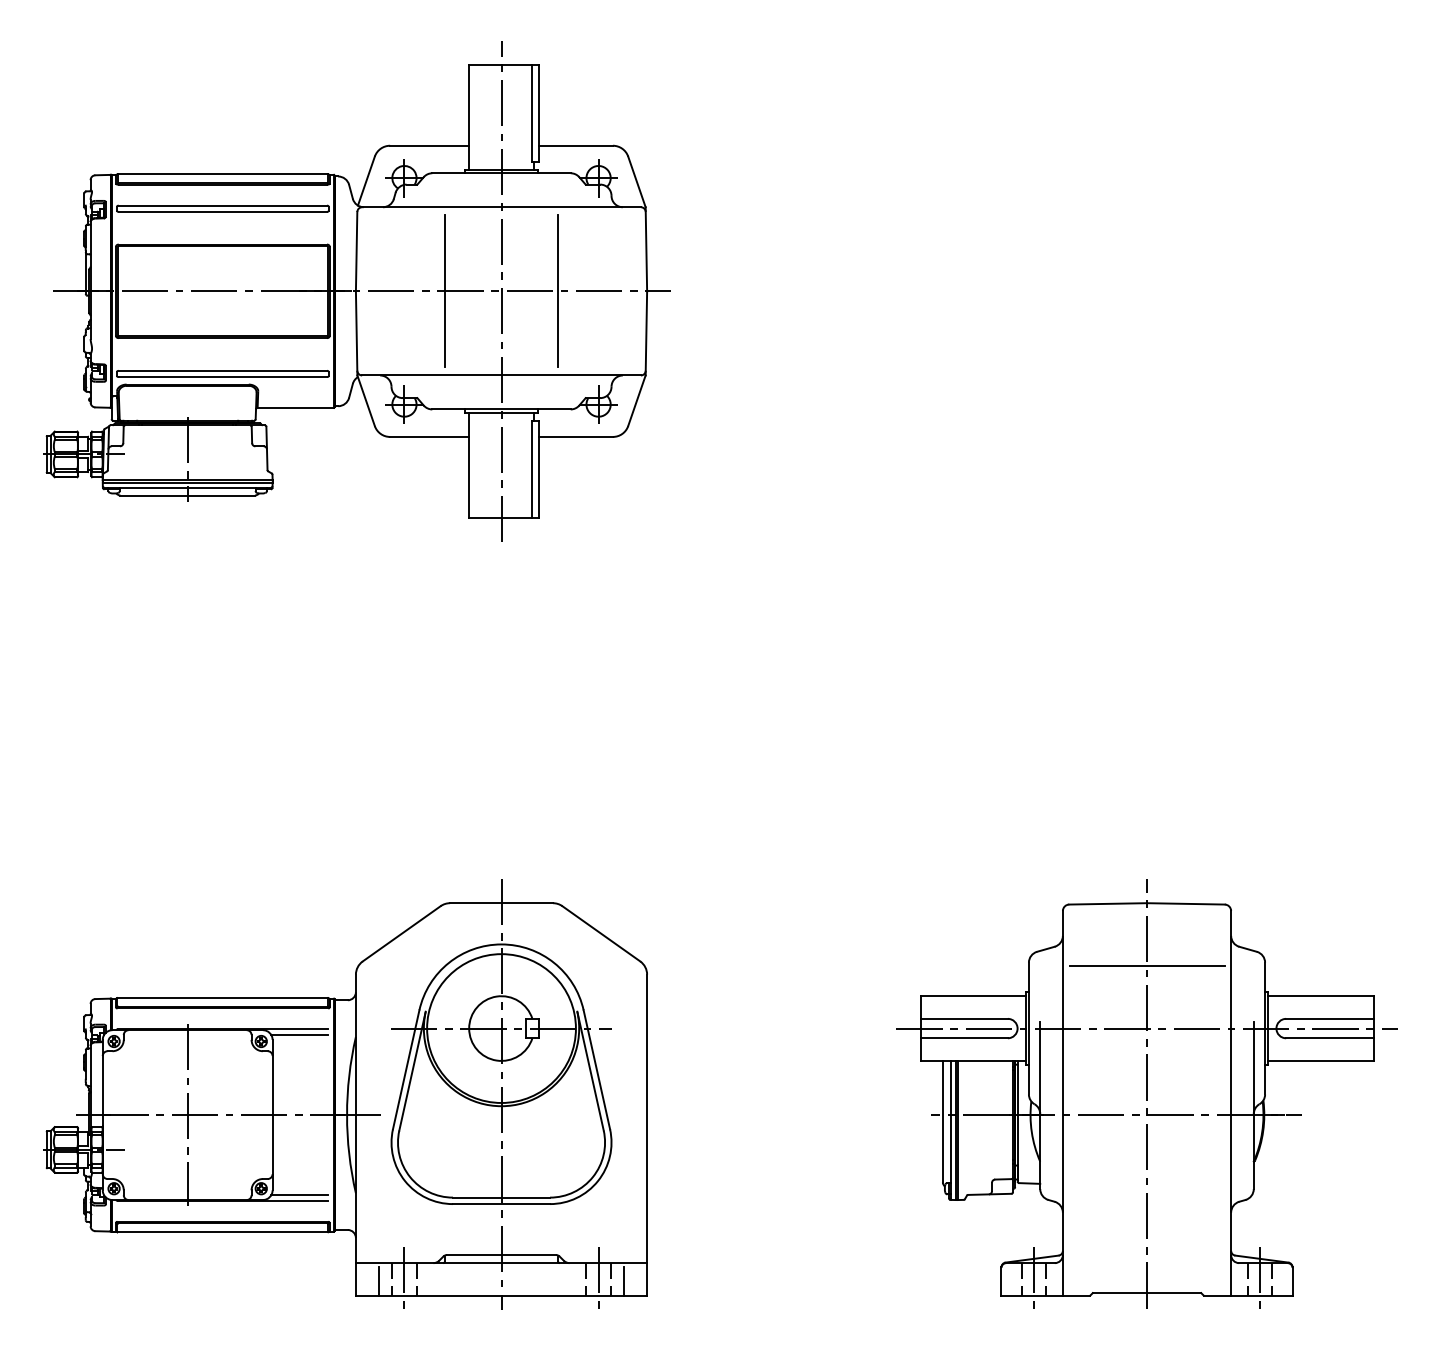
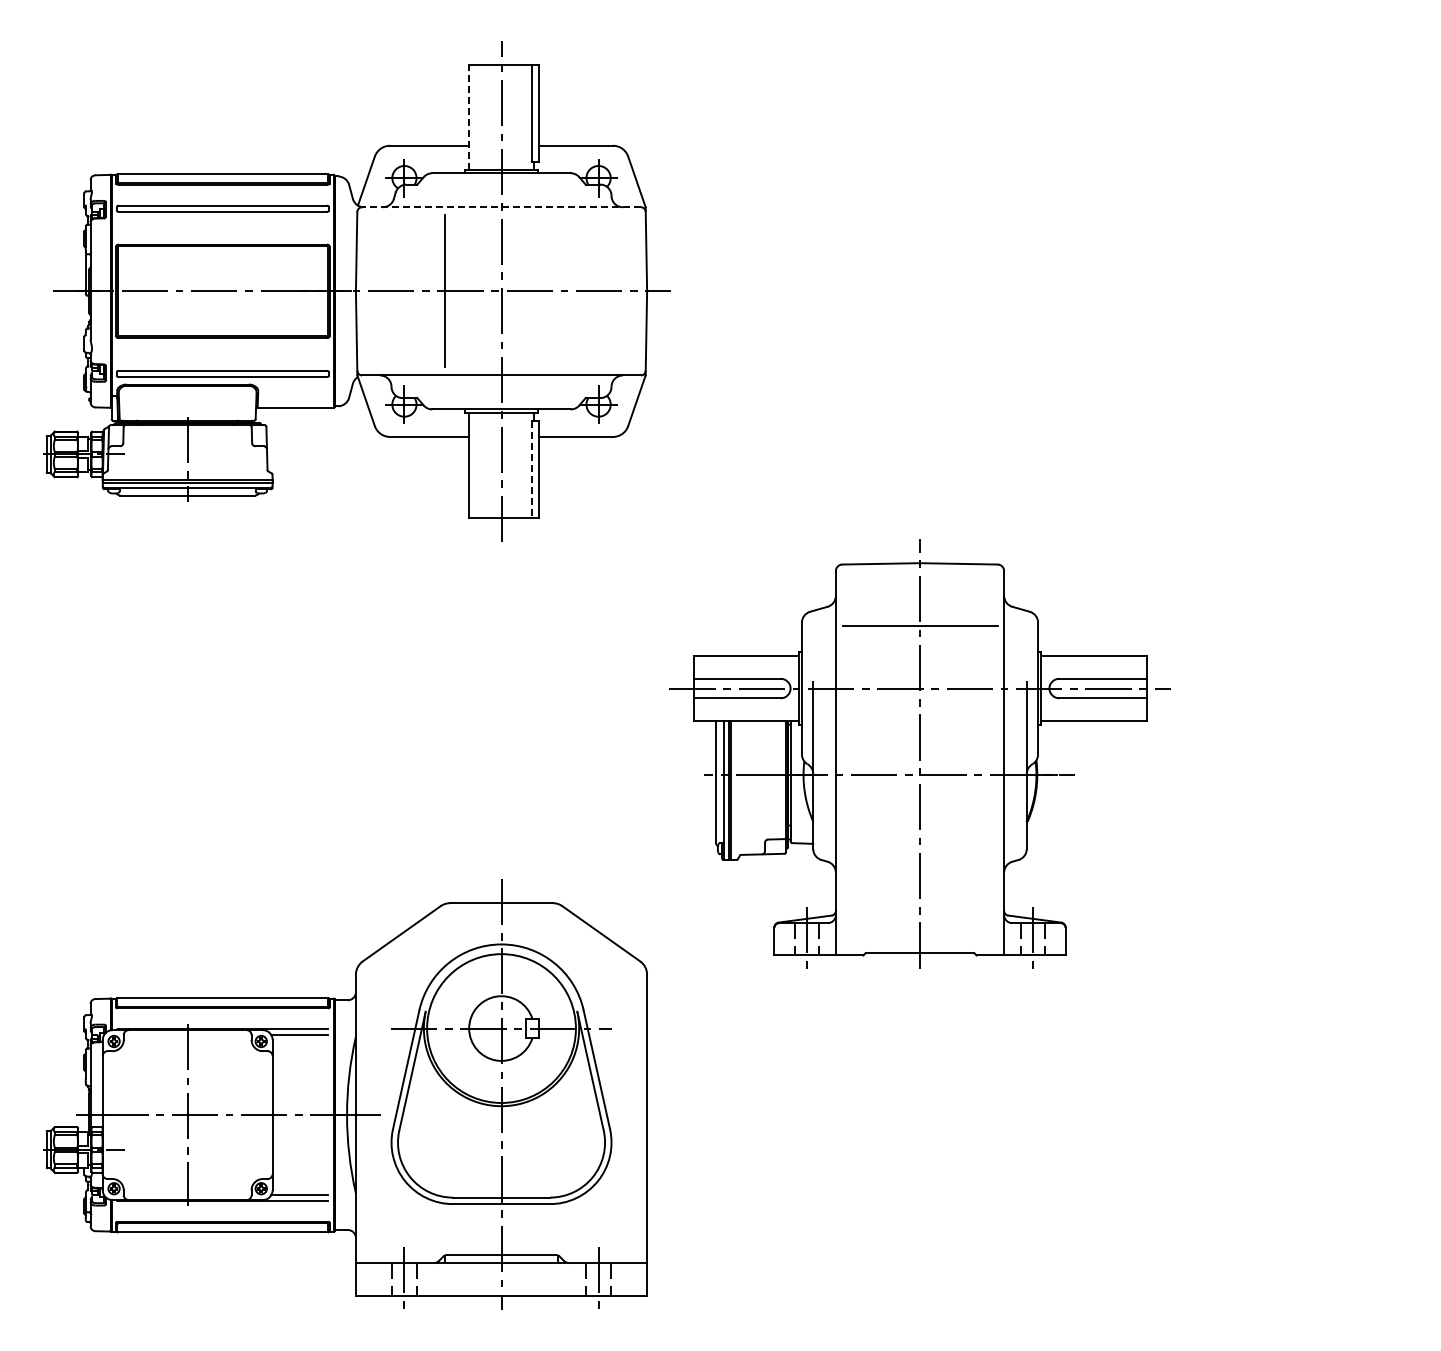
line at (469, 117): solid -> dashed
line at (501, 207): solid -> dashed
line at (558, 291): present -> none
line at (532, 469): solid -> dashed
part at (1146, 1093) position: (1146, 1093) -> (919, 753)
line at (378, 1281): present -> none
line at (624, 1281): present -> none
